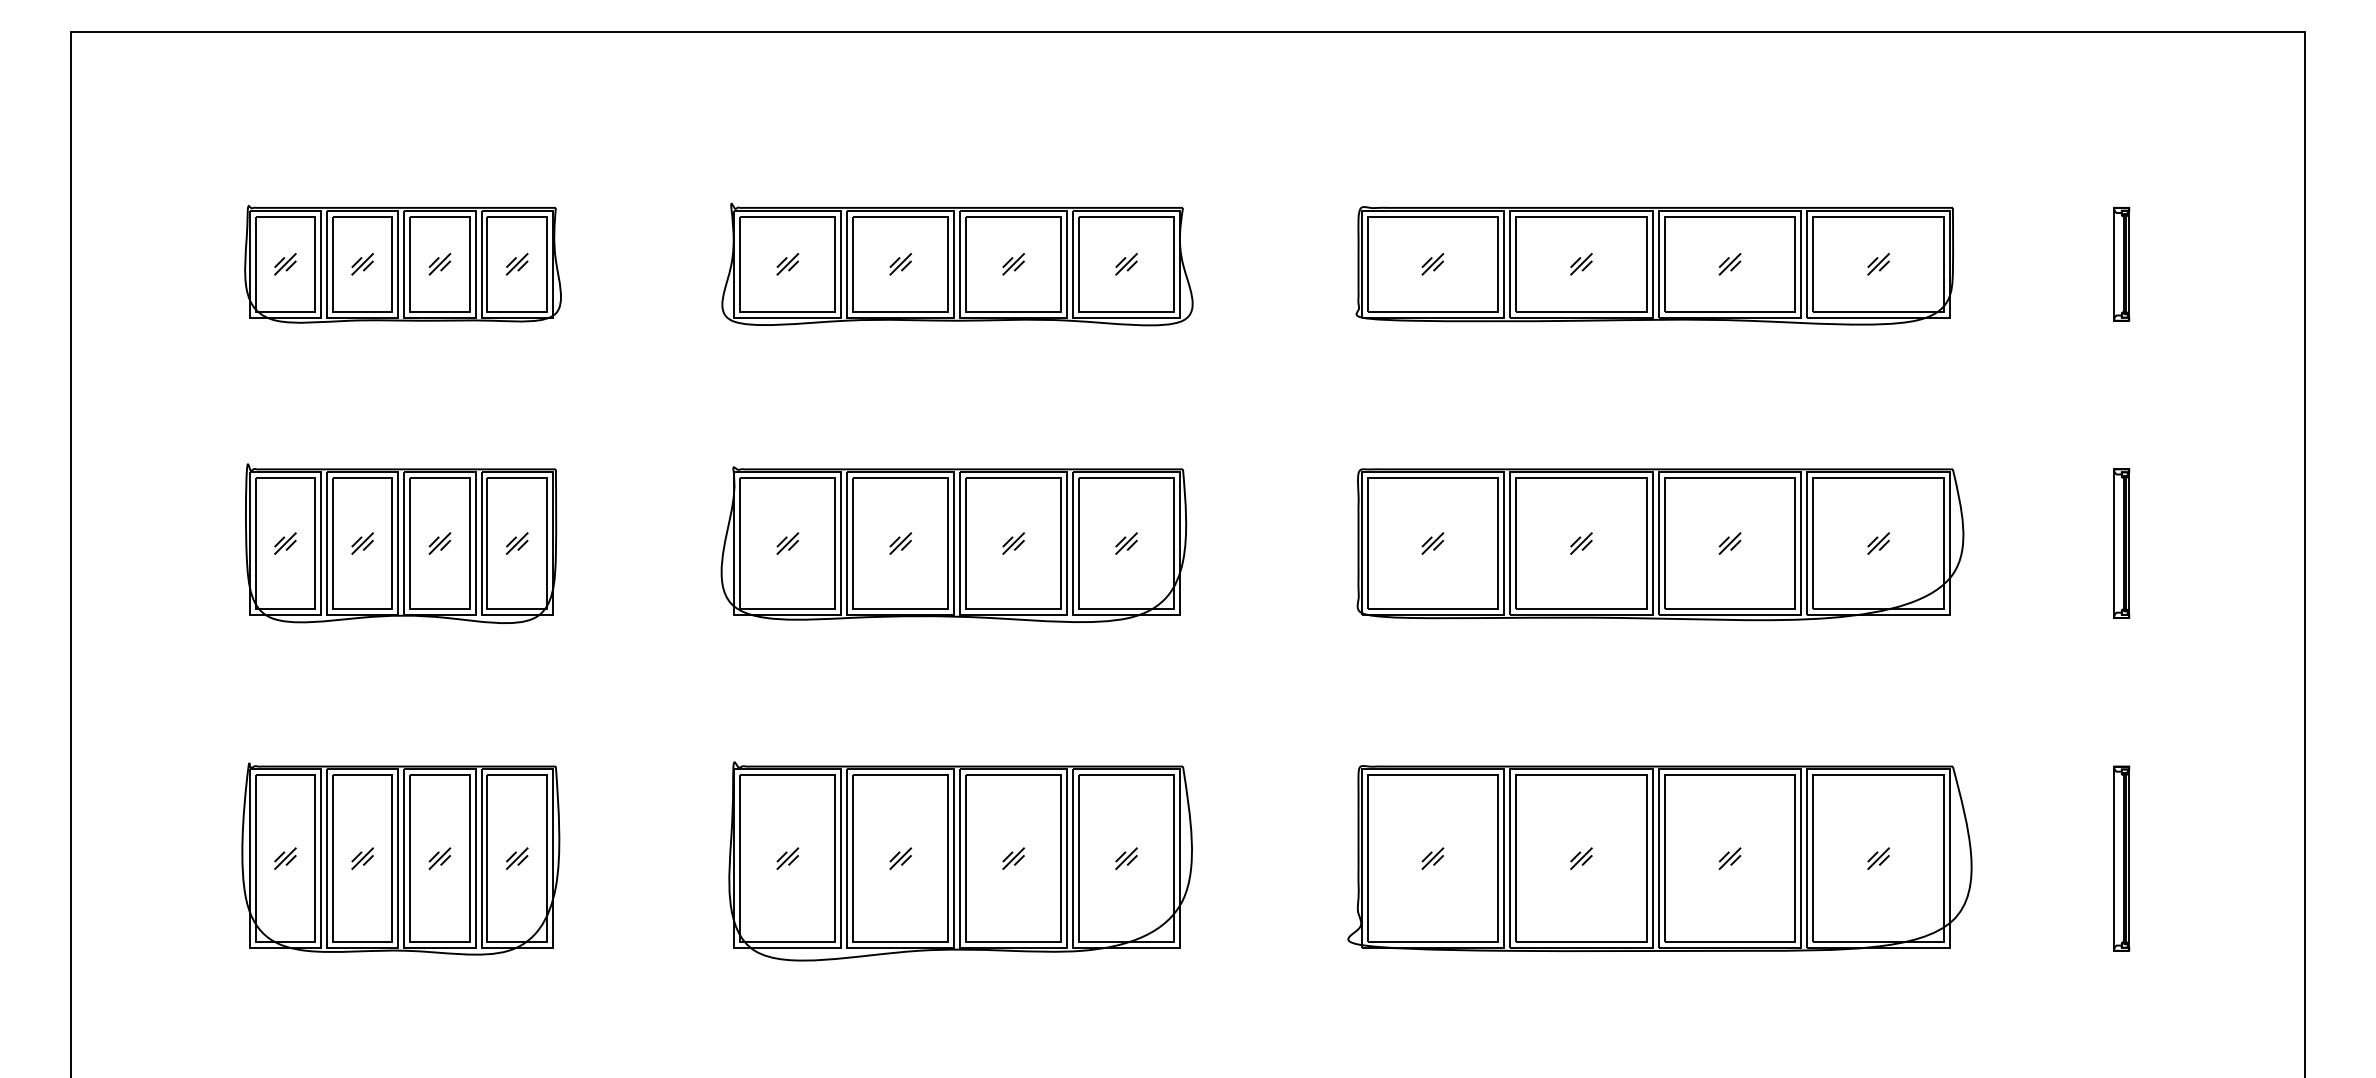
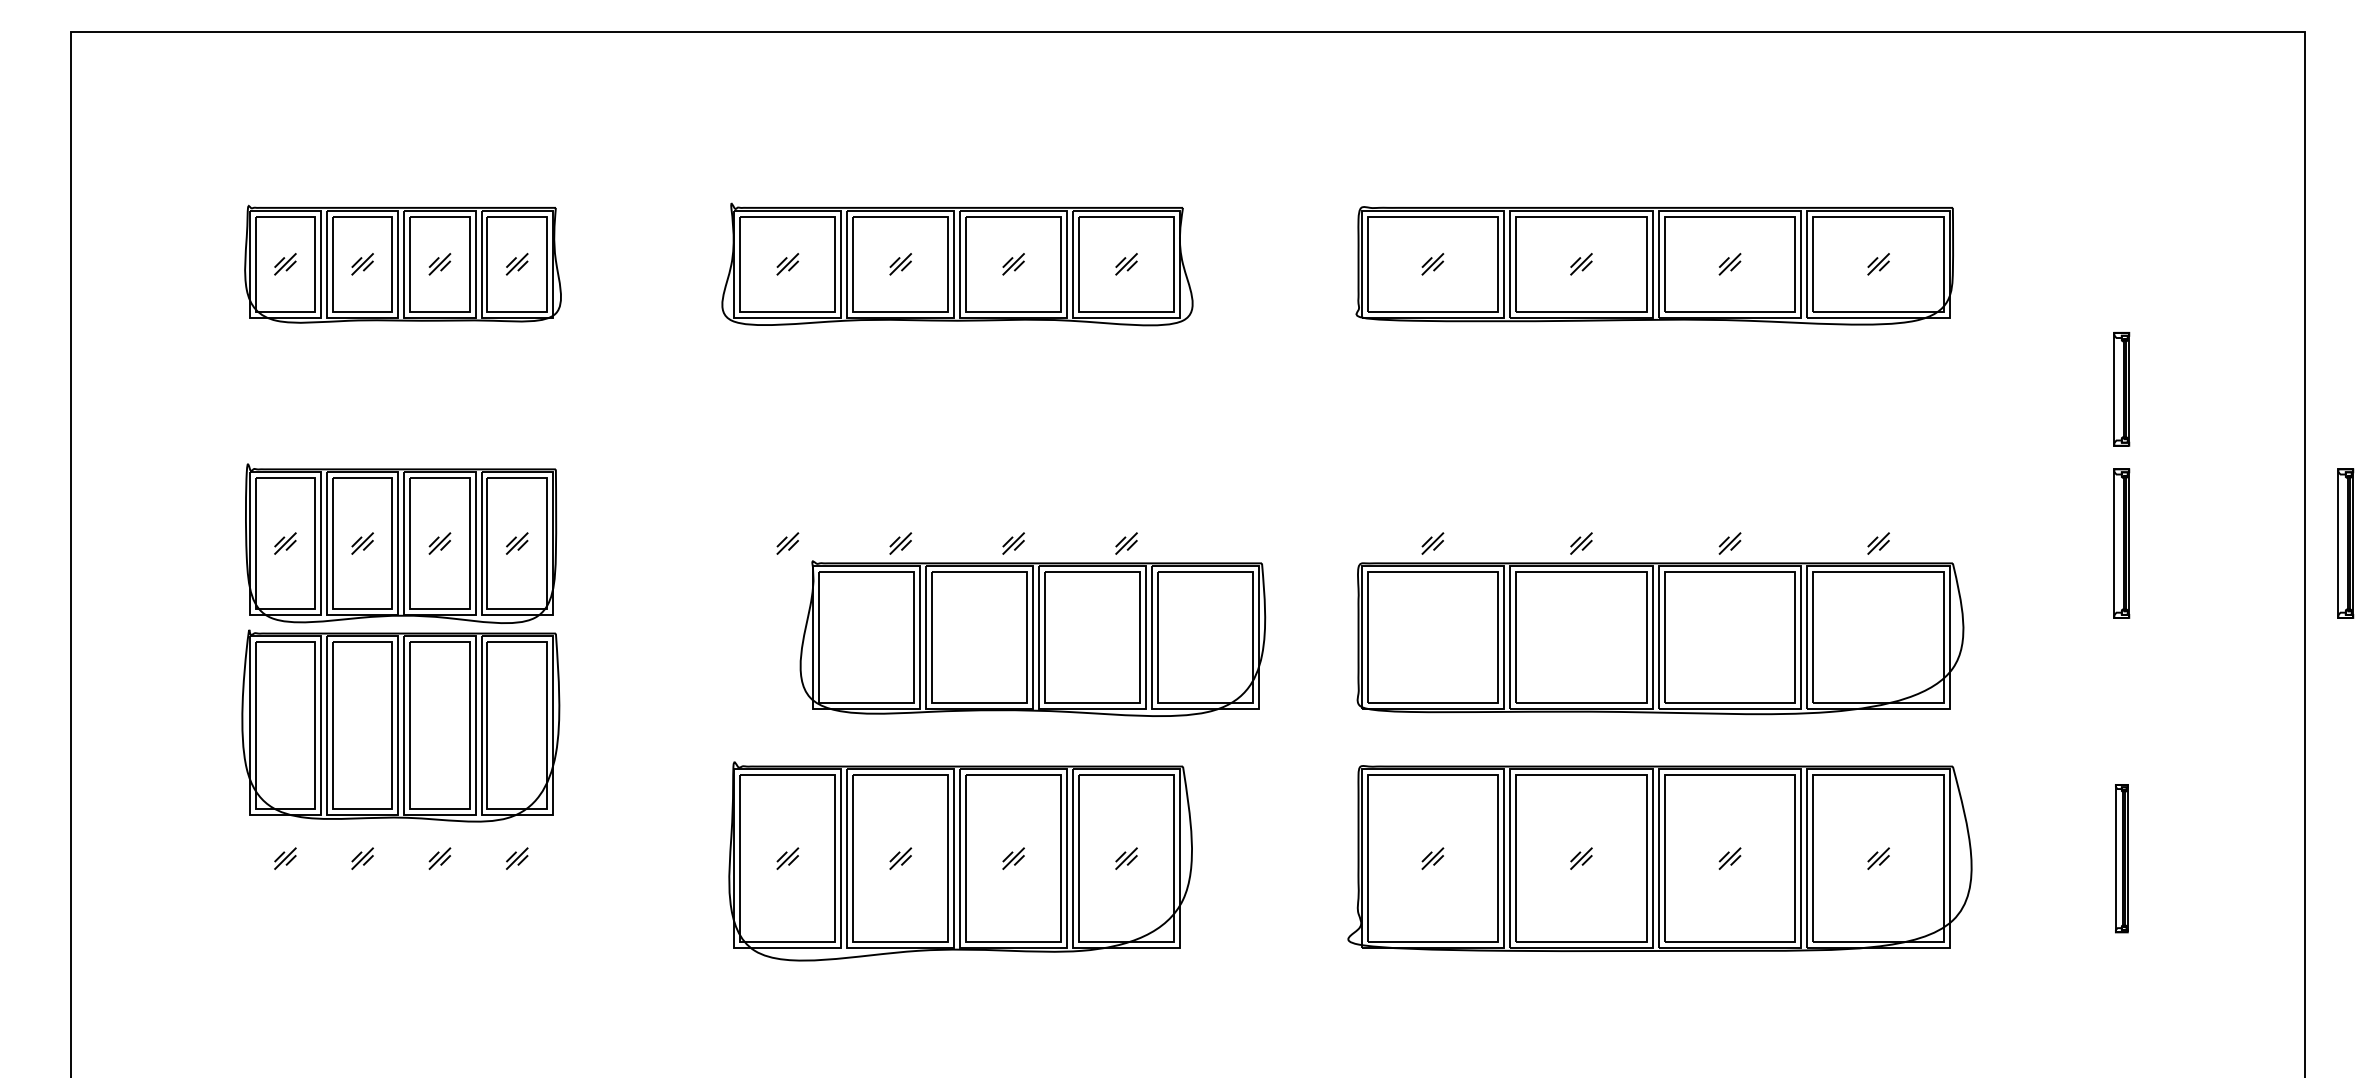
part at (2121, 264) position: (2121, 264) -> (2121, 389)
part at (2345, 543): none -> present
part at (953, 544) position: (953, 544) -> (1032, 638)
part at (1660, 544) position: (1660, 544) -> (1660, 638)
part at (400, 858) position: (400, 858) -> (400, 725)
part at (2121, 858) size: 18x187 px -> 14x150 px
